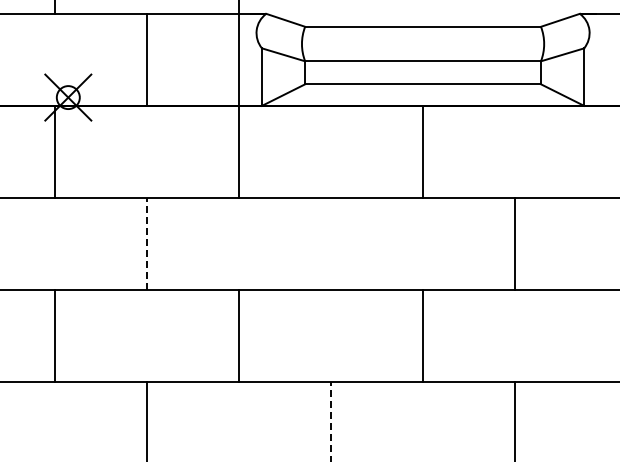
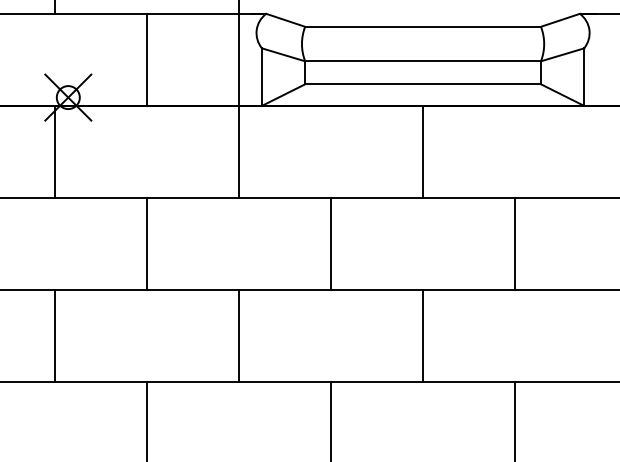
line at (146, 243): dashed -> solid
line at (331, 243): none -> present
line at (331, 421): dashed -> solid
